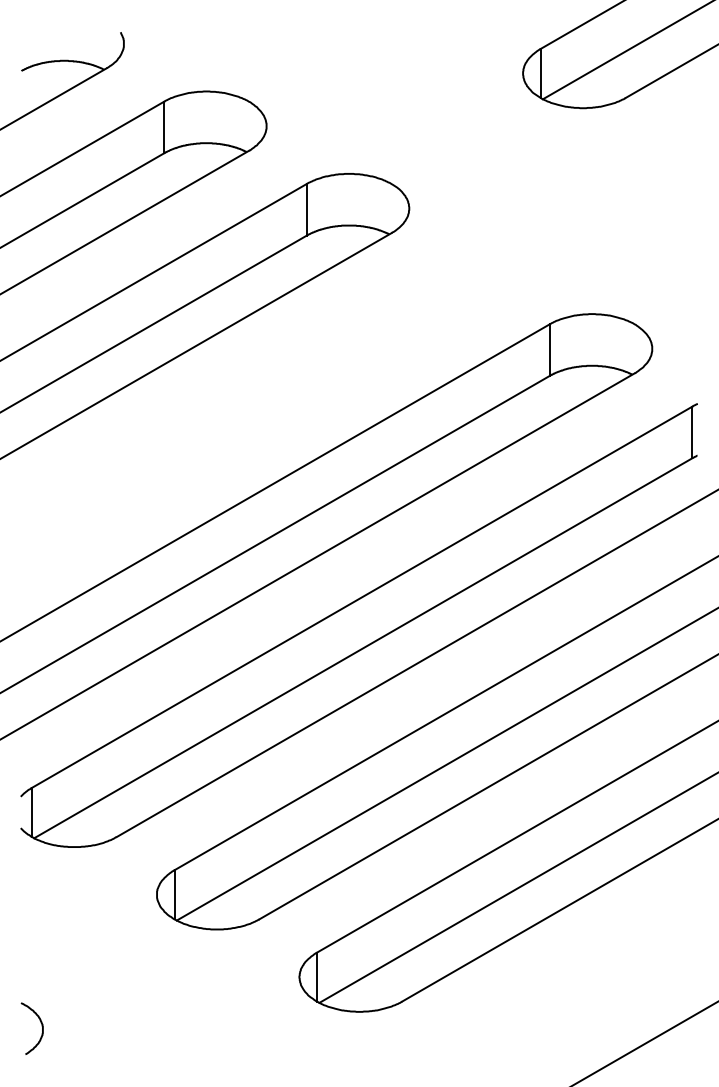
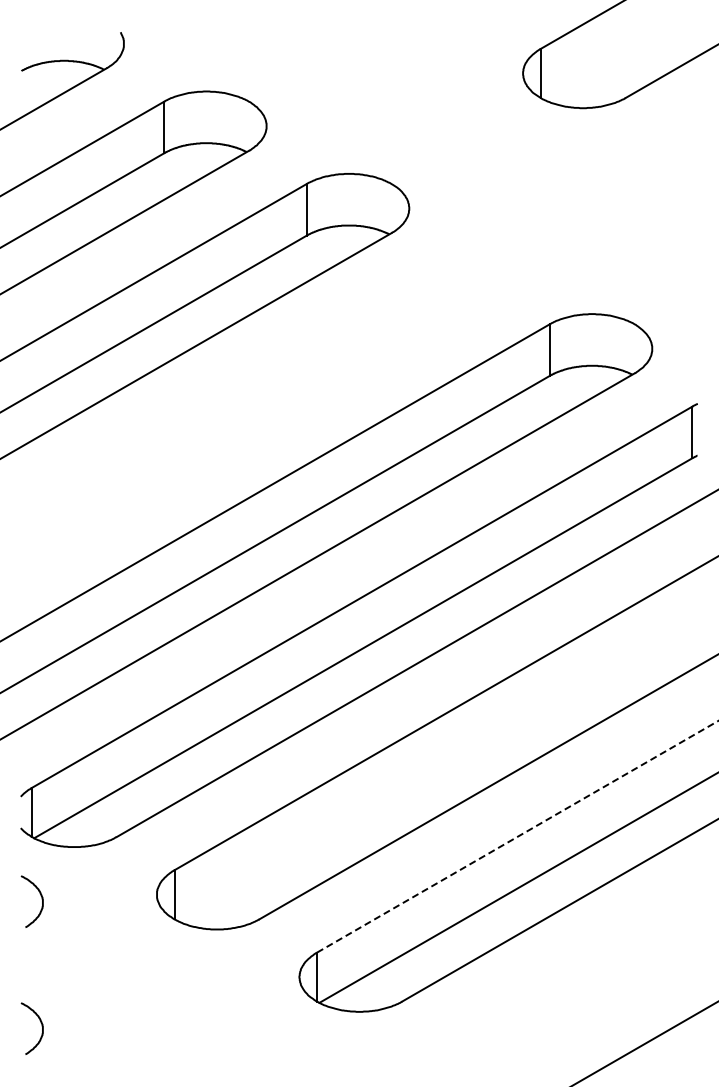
line at (626, 50): present -> none
line at (445, 764): present -> none
line at (517, 836): solid -> dashed
curve at (41, 899): none -> present
